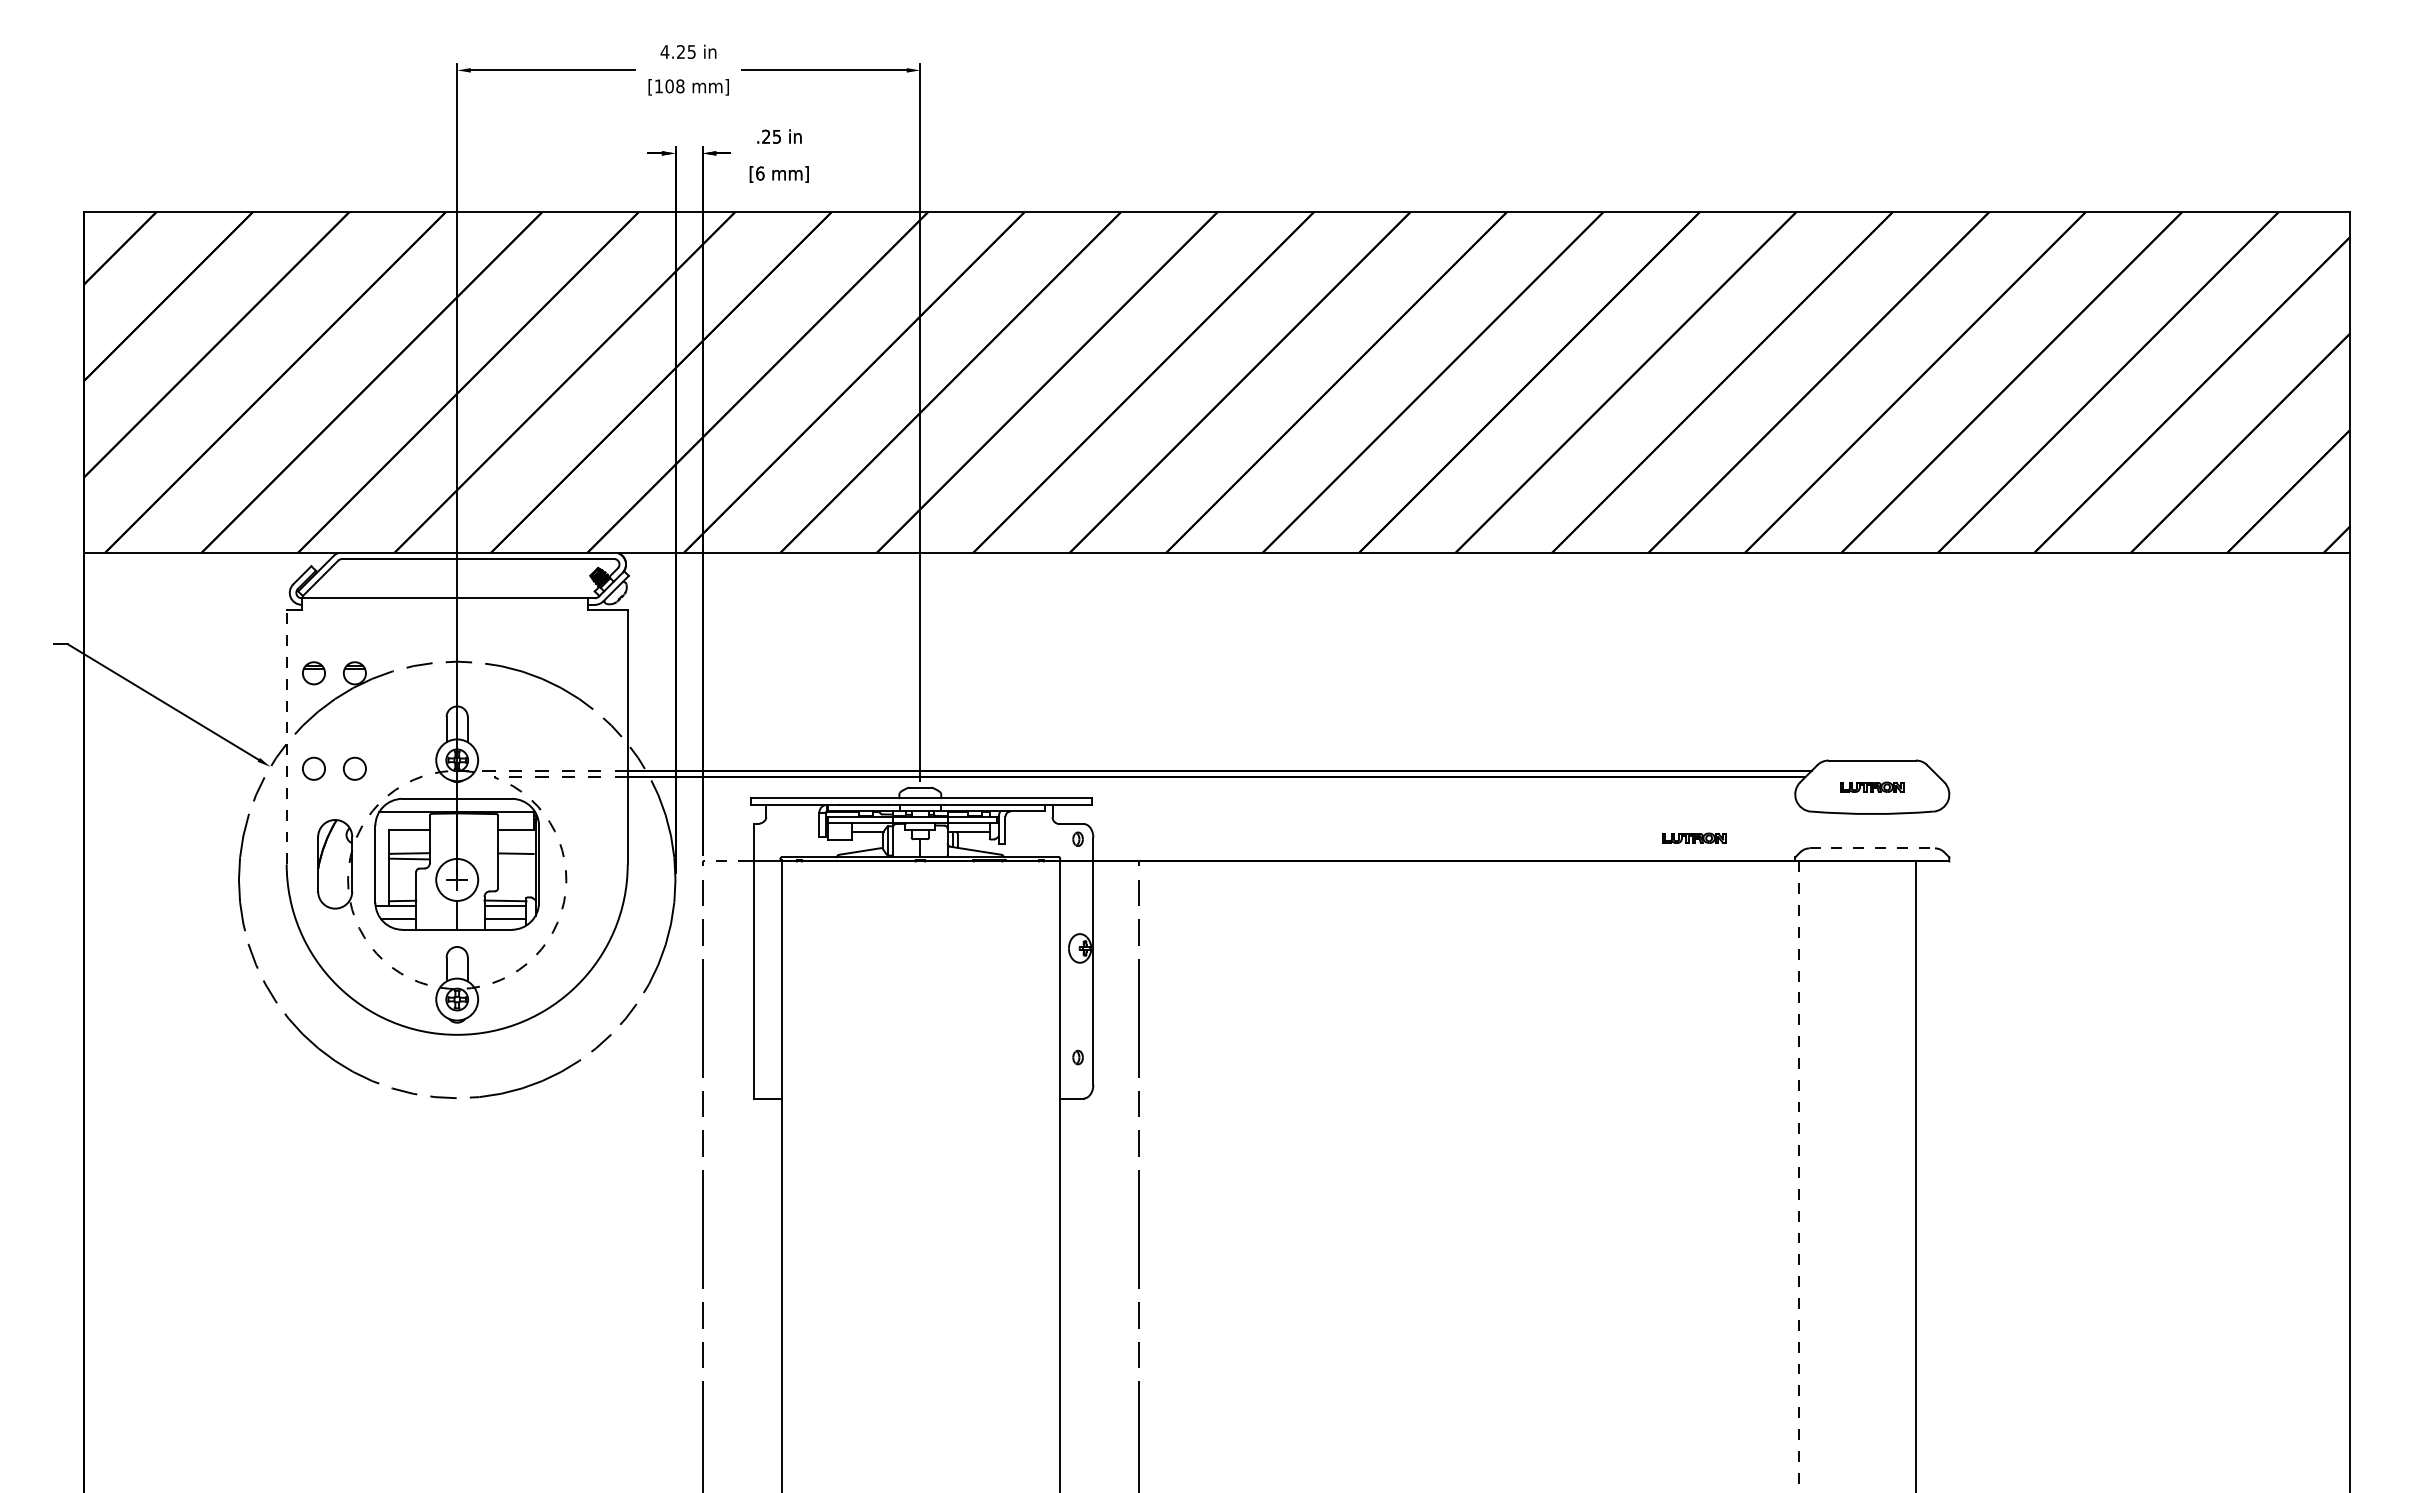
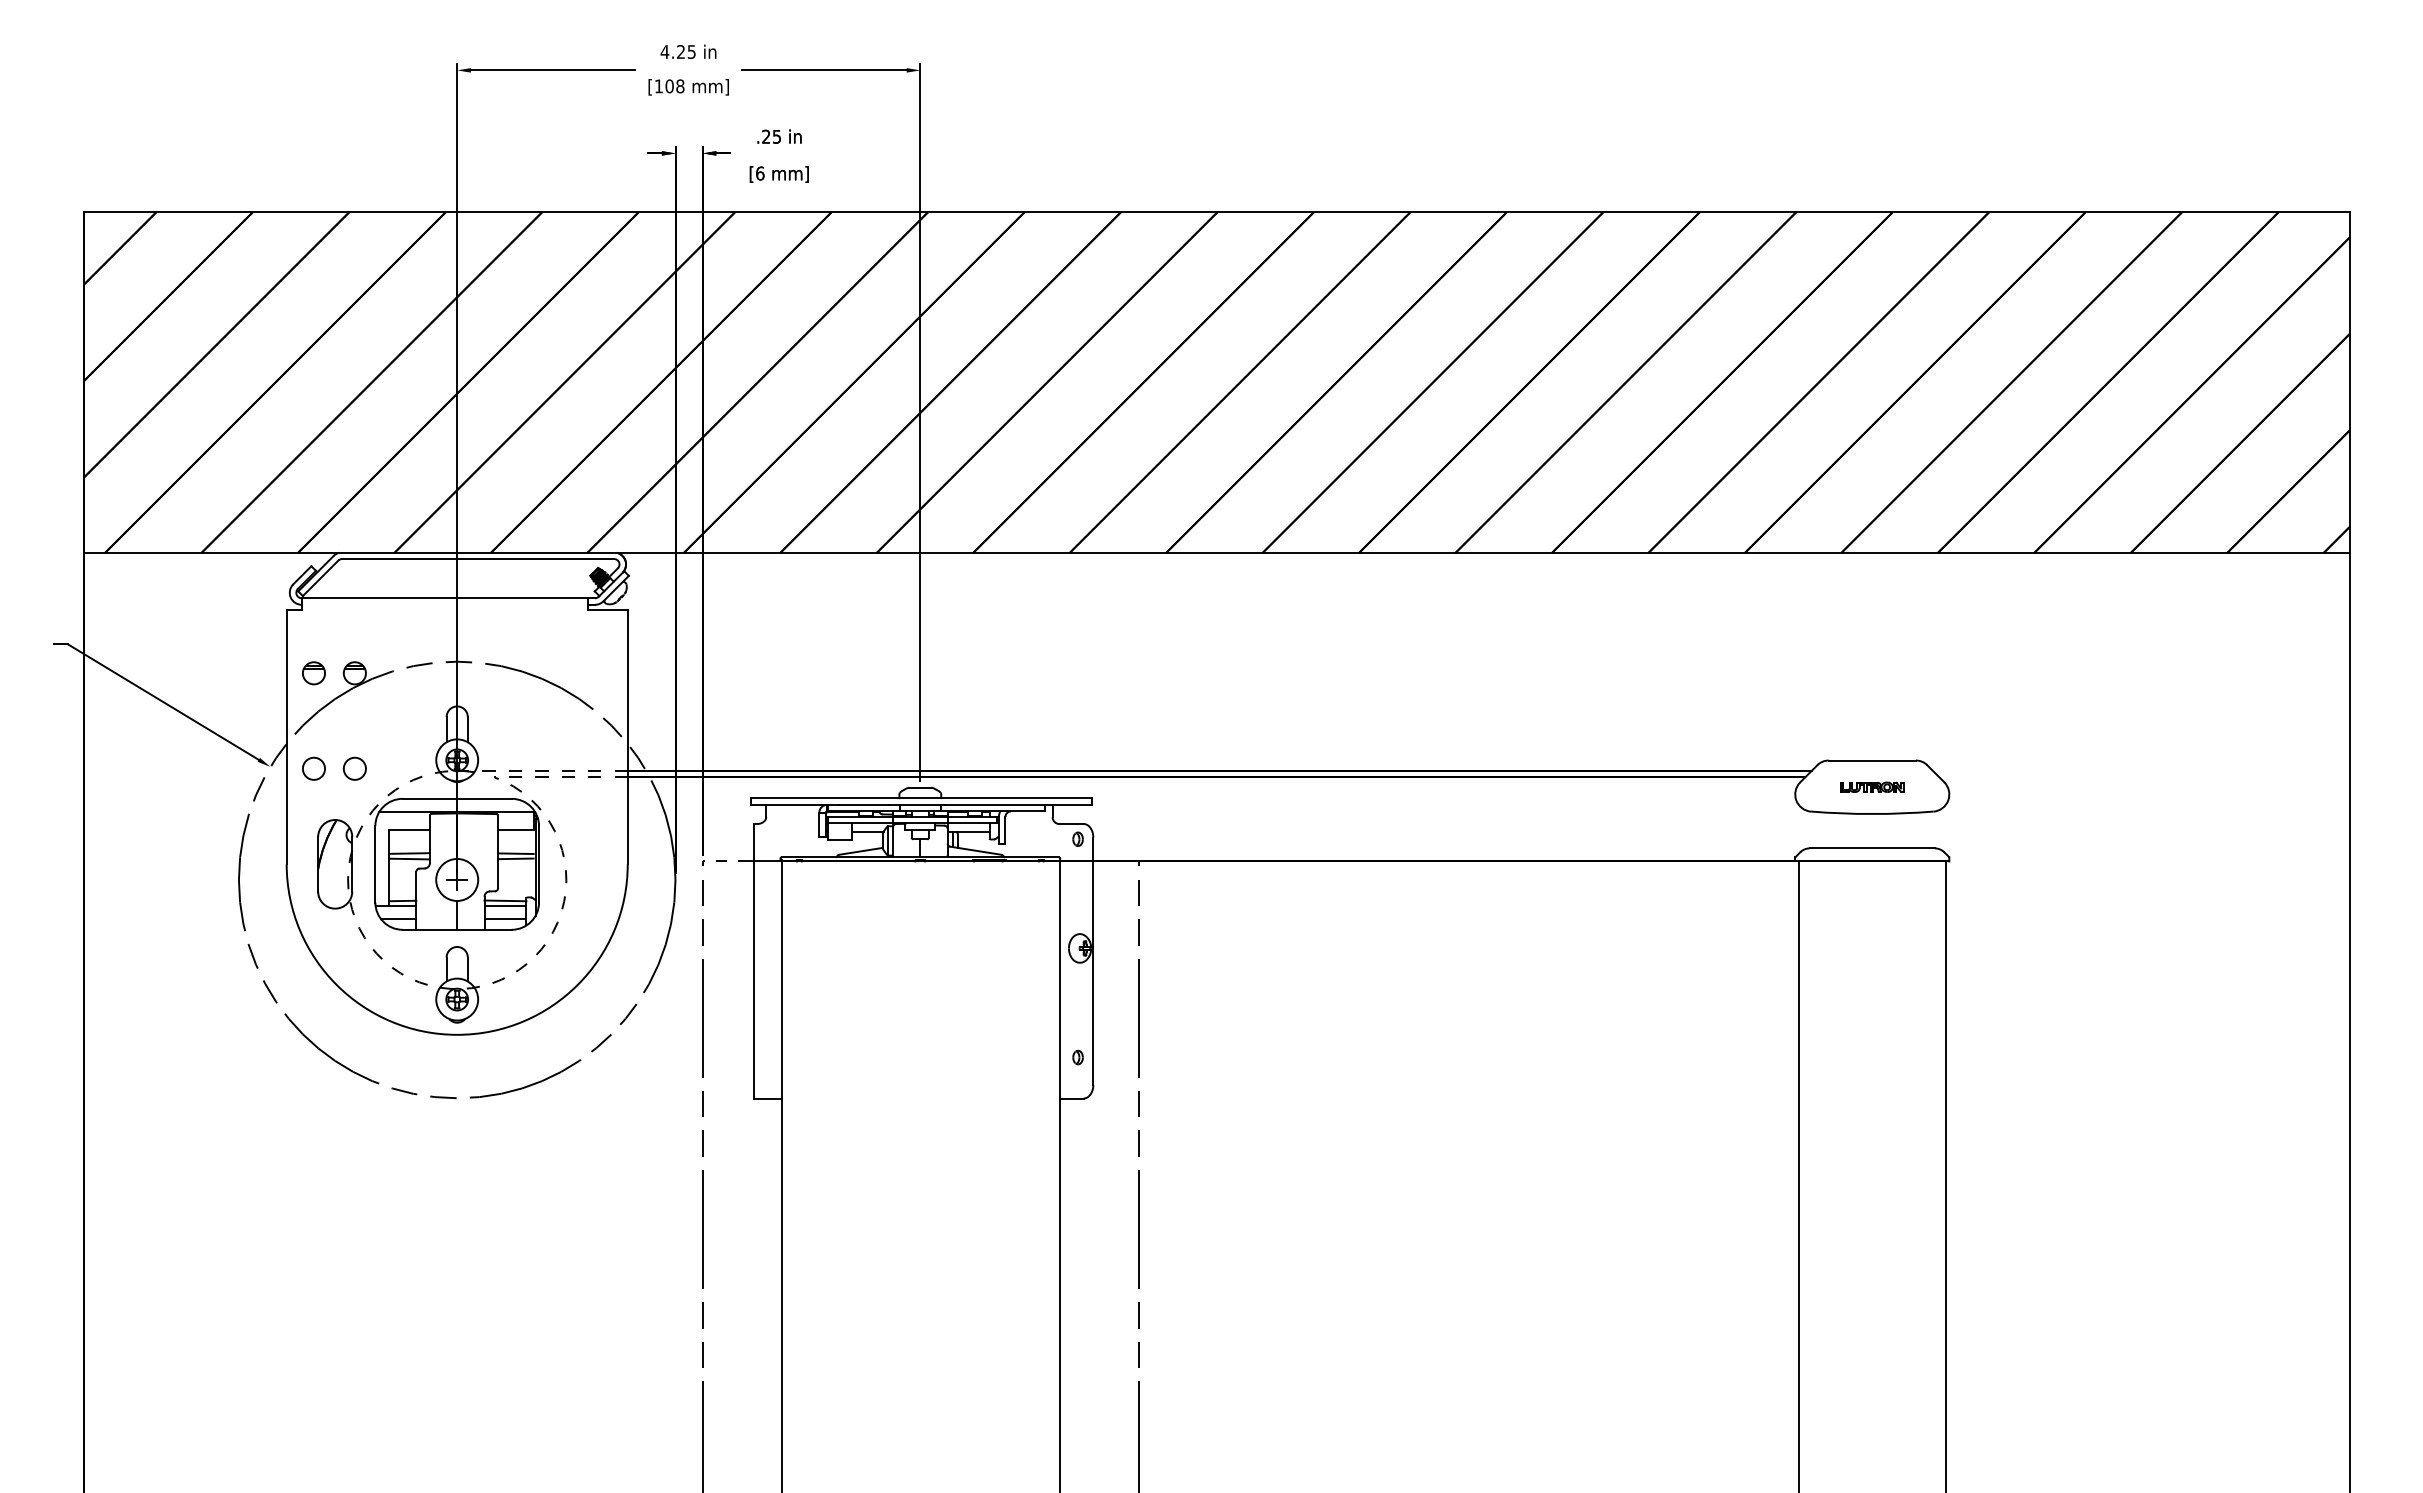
line at (286, 736): dashed -> solid
part at (1694, 837): present -> none
line at (1872, 848): dashed -> solid
line at (515, 858): none -> present
line at (1915, 1175) position: (1915, 1175) -> (1945, 1175)
line at (1798, 1177): dashed -> solid
